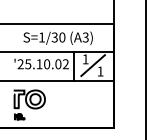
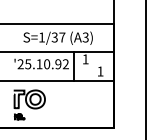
text at (62, 37): S=1/30 -> S=1/37
text at (58, 64): '25.10.02 -> '25.10.92
line at (92, 65): present -> none
